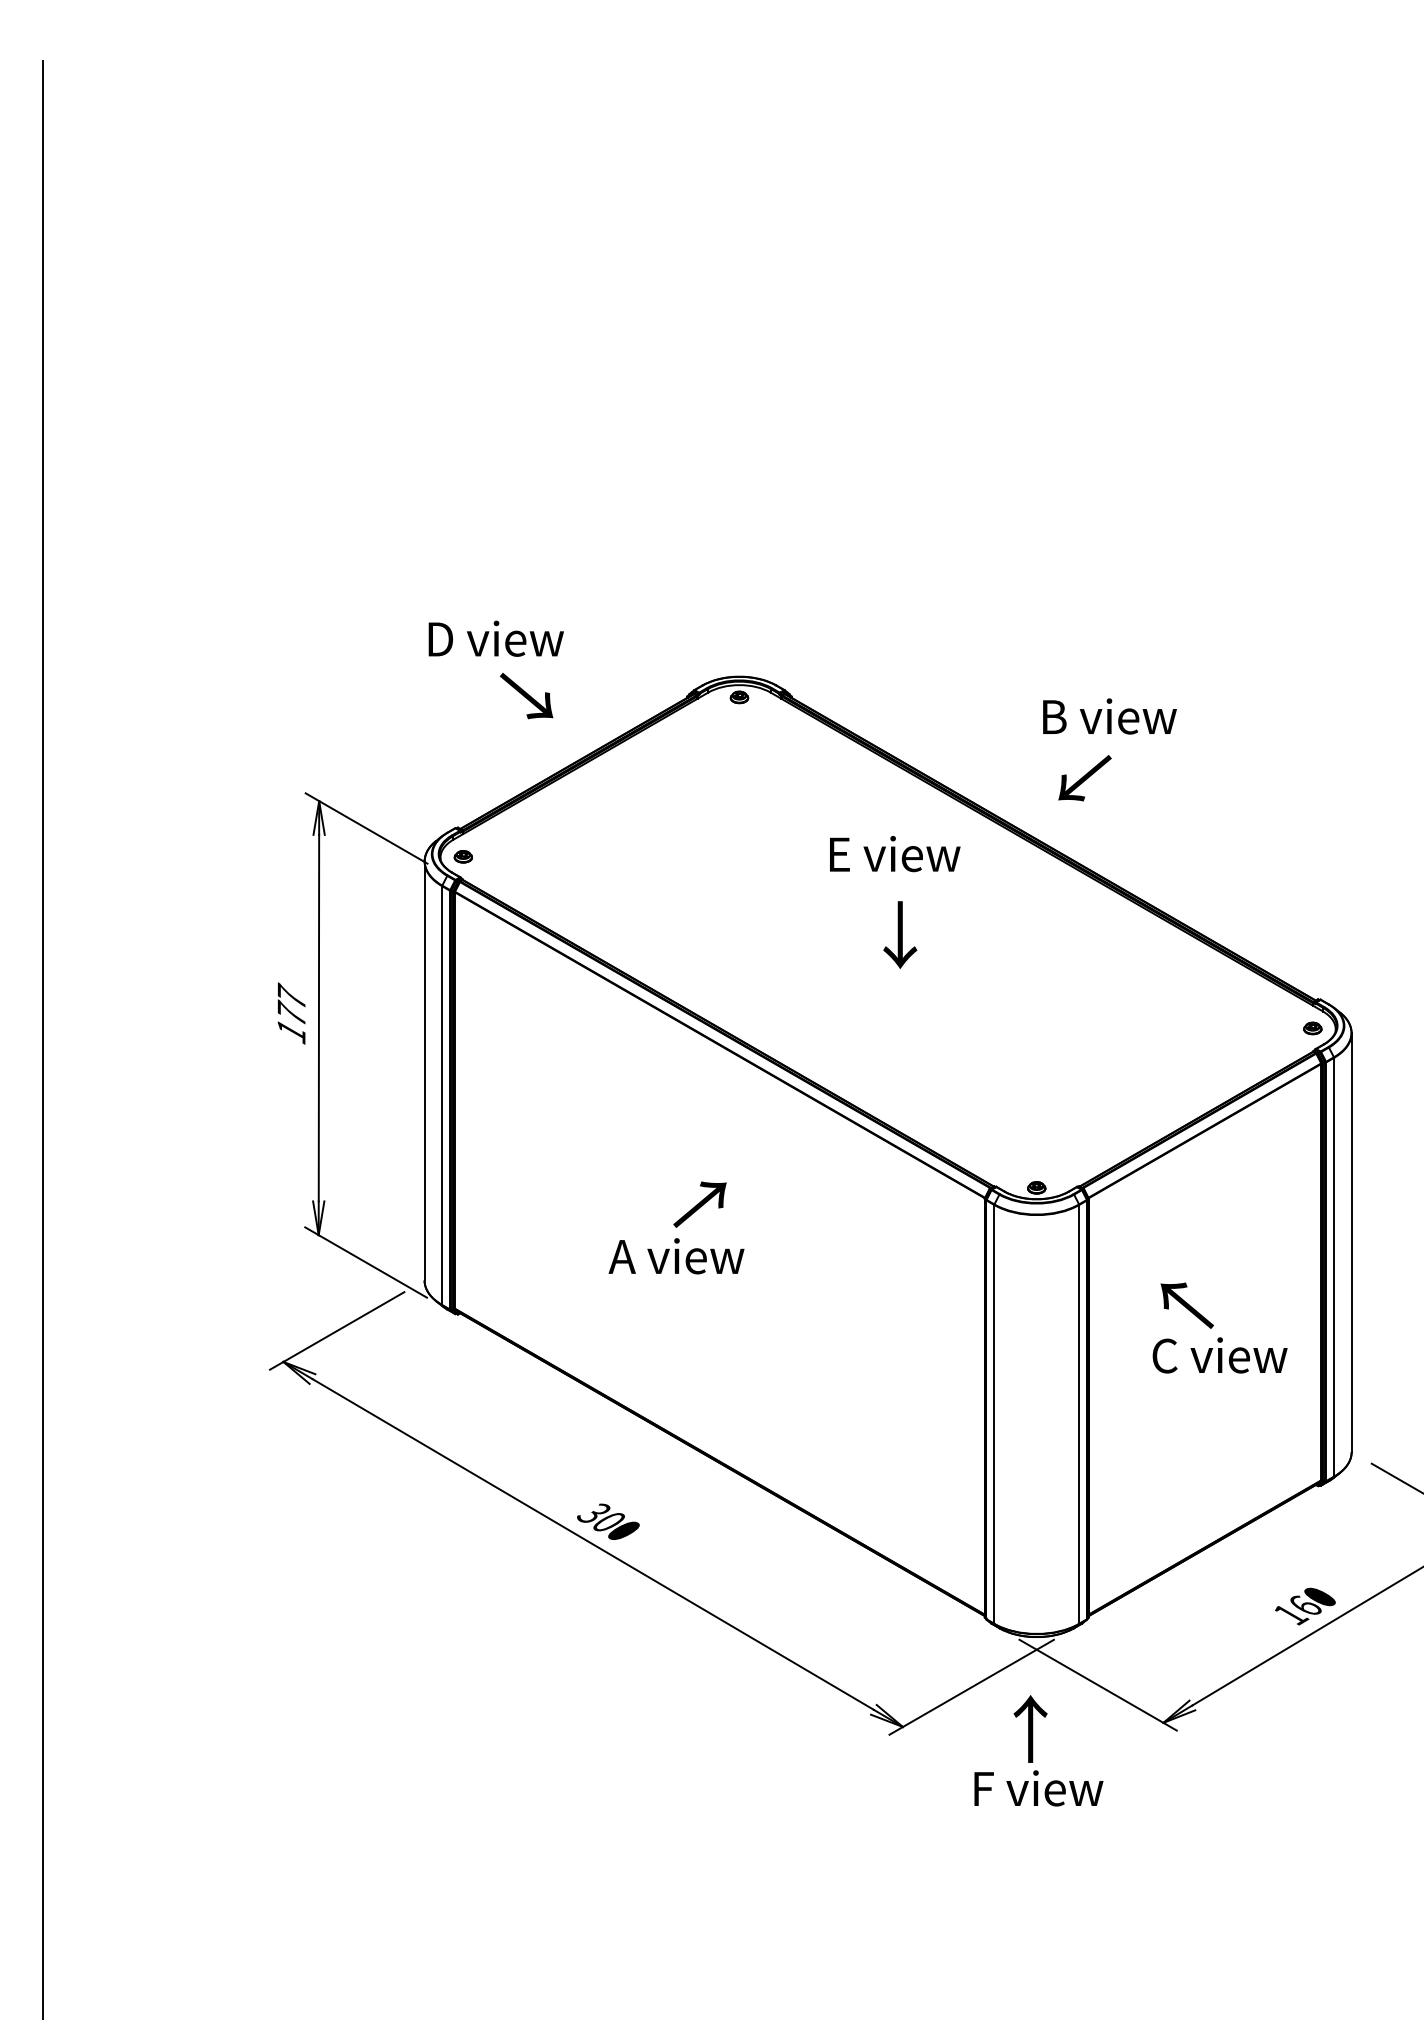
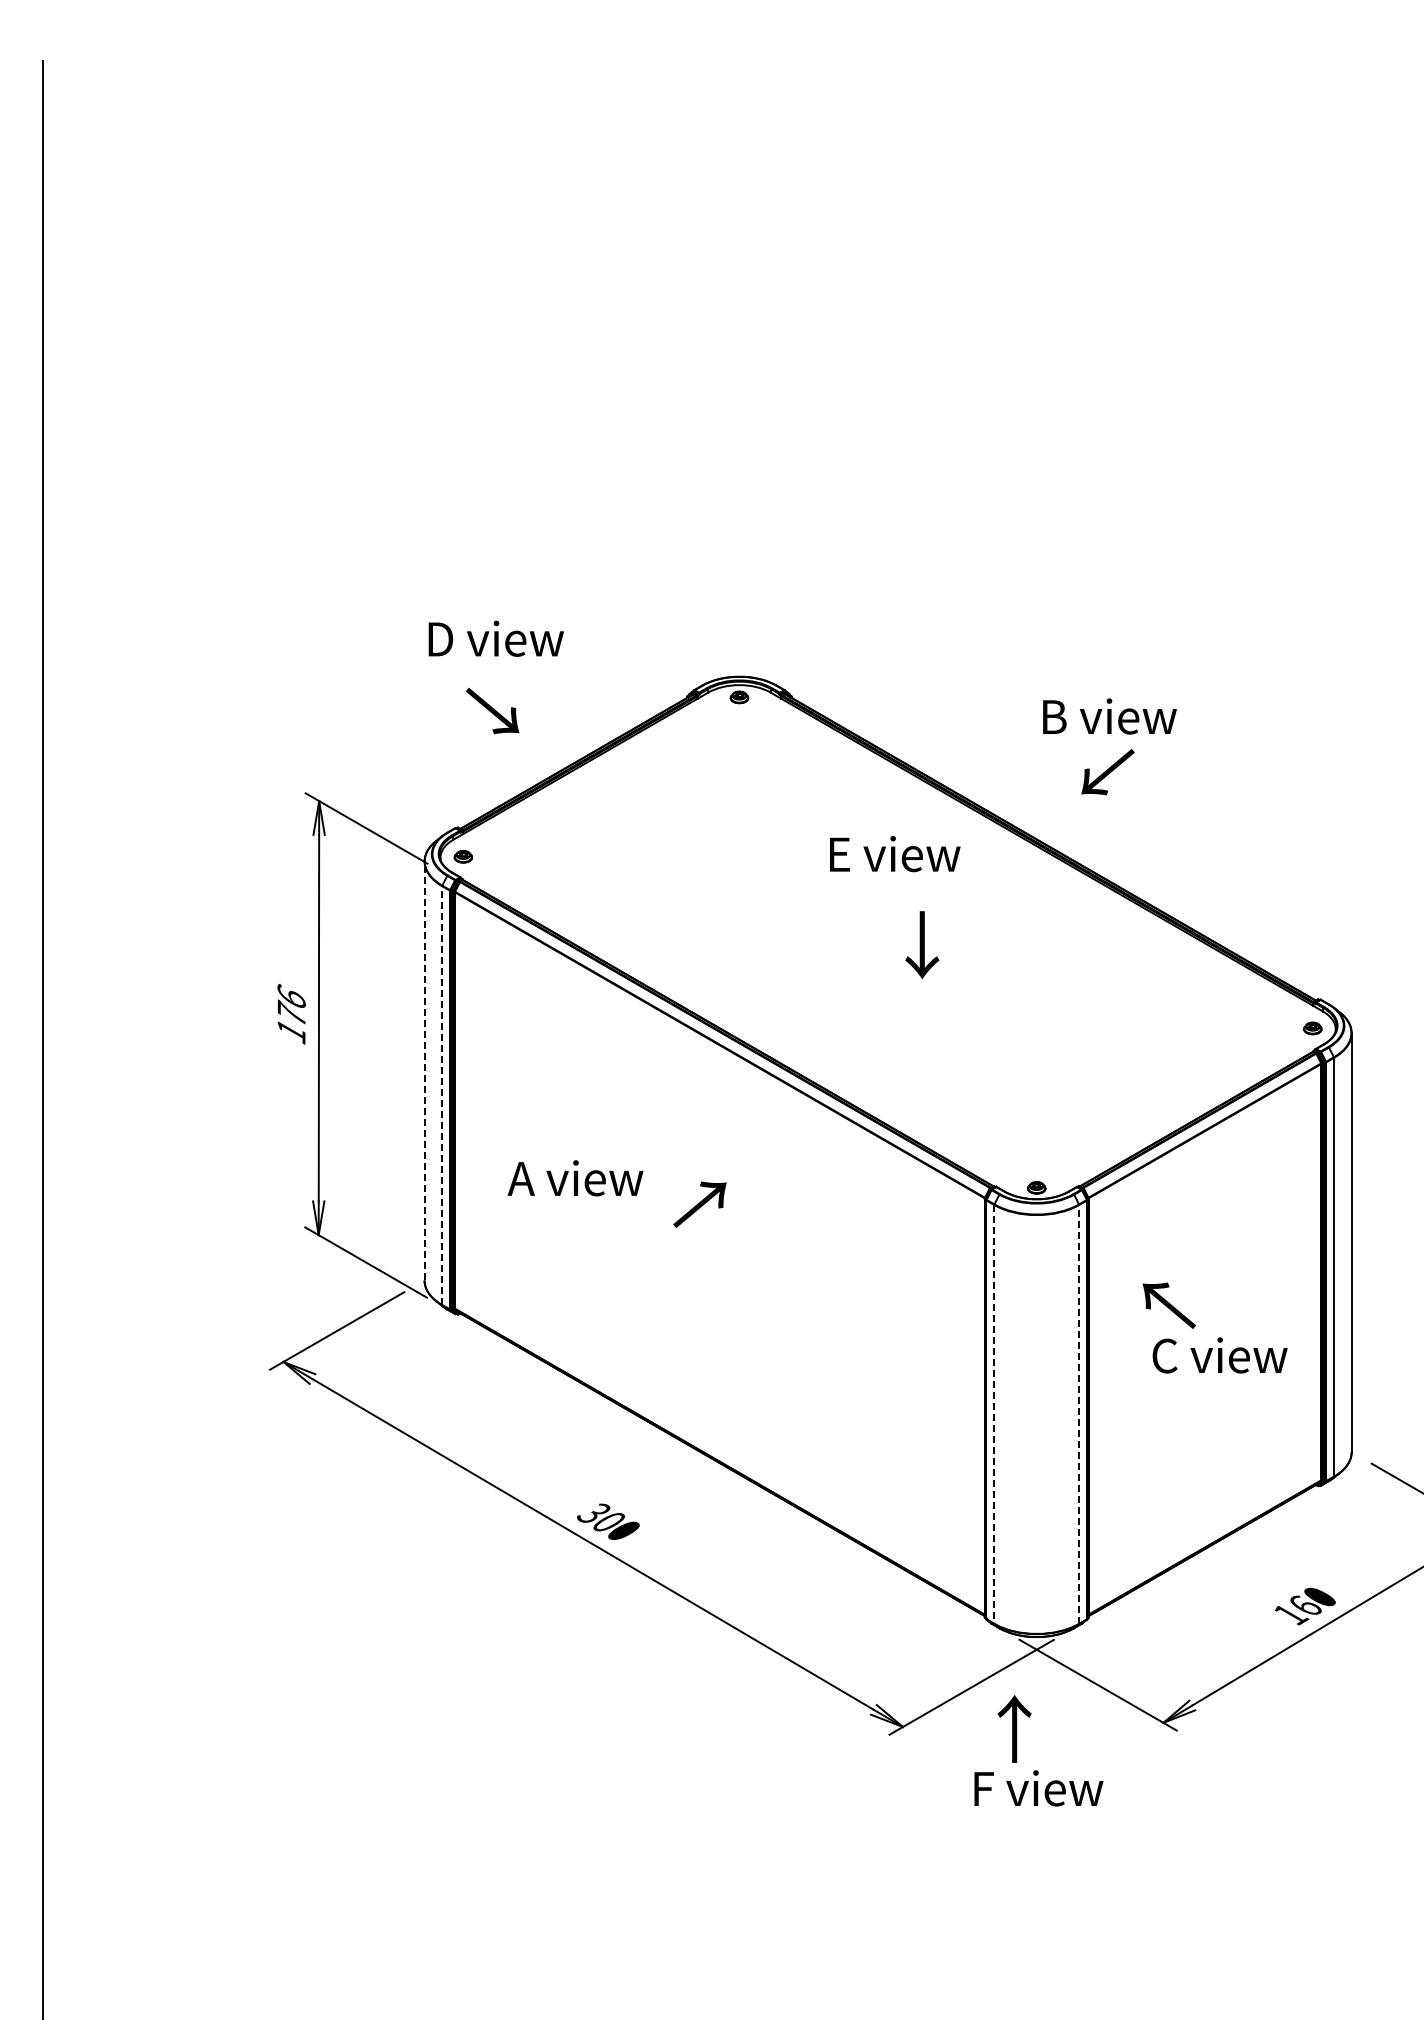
text at (526, 696) position: (526, 696) -> (492, 711)
text at (1084, 778) position: (1084, 778) -> (1107, 772)
text at (900, 934) position: (900, 934) -> (922, 944)
text at (291, 994): 177 -> 176
line at (424, 1070): solid -> dashed
line at (442, 1095): solid -> dashed
text at (676, 1256) position: (676, 1256) -> (575, 1178)
text at (1186, 1305) position: (1186, 1305) -> (1168, 1305)
line at (1079, 1413): solid -> dashed
line at (994, 1414): solid -> dashed
text at (1030, 1728) position: (1030, 1728) -> (1014, 1728)
